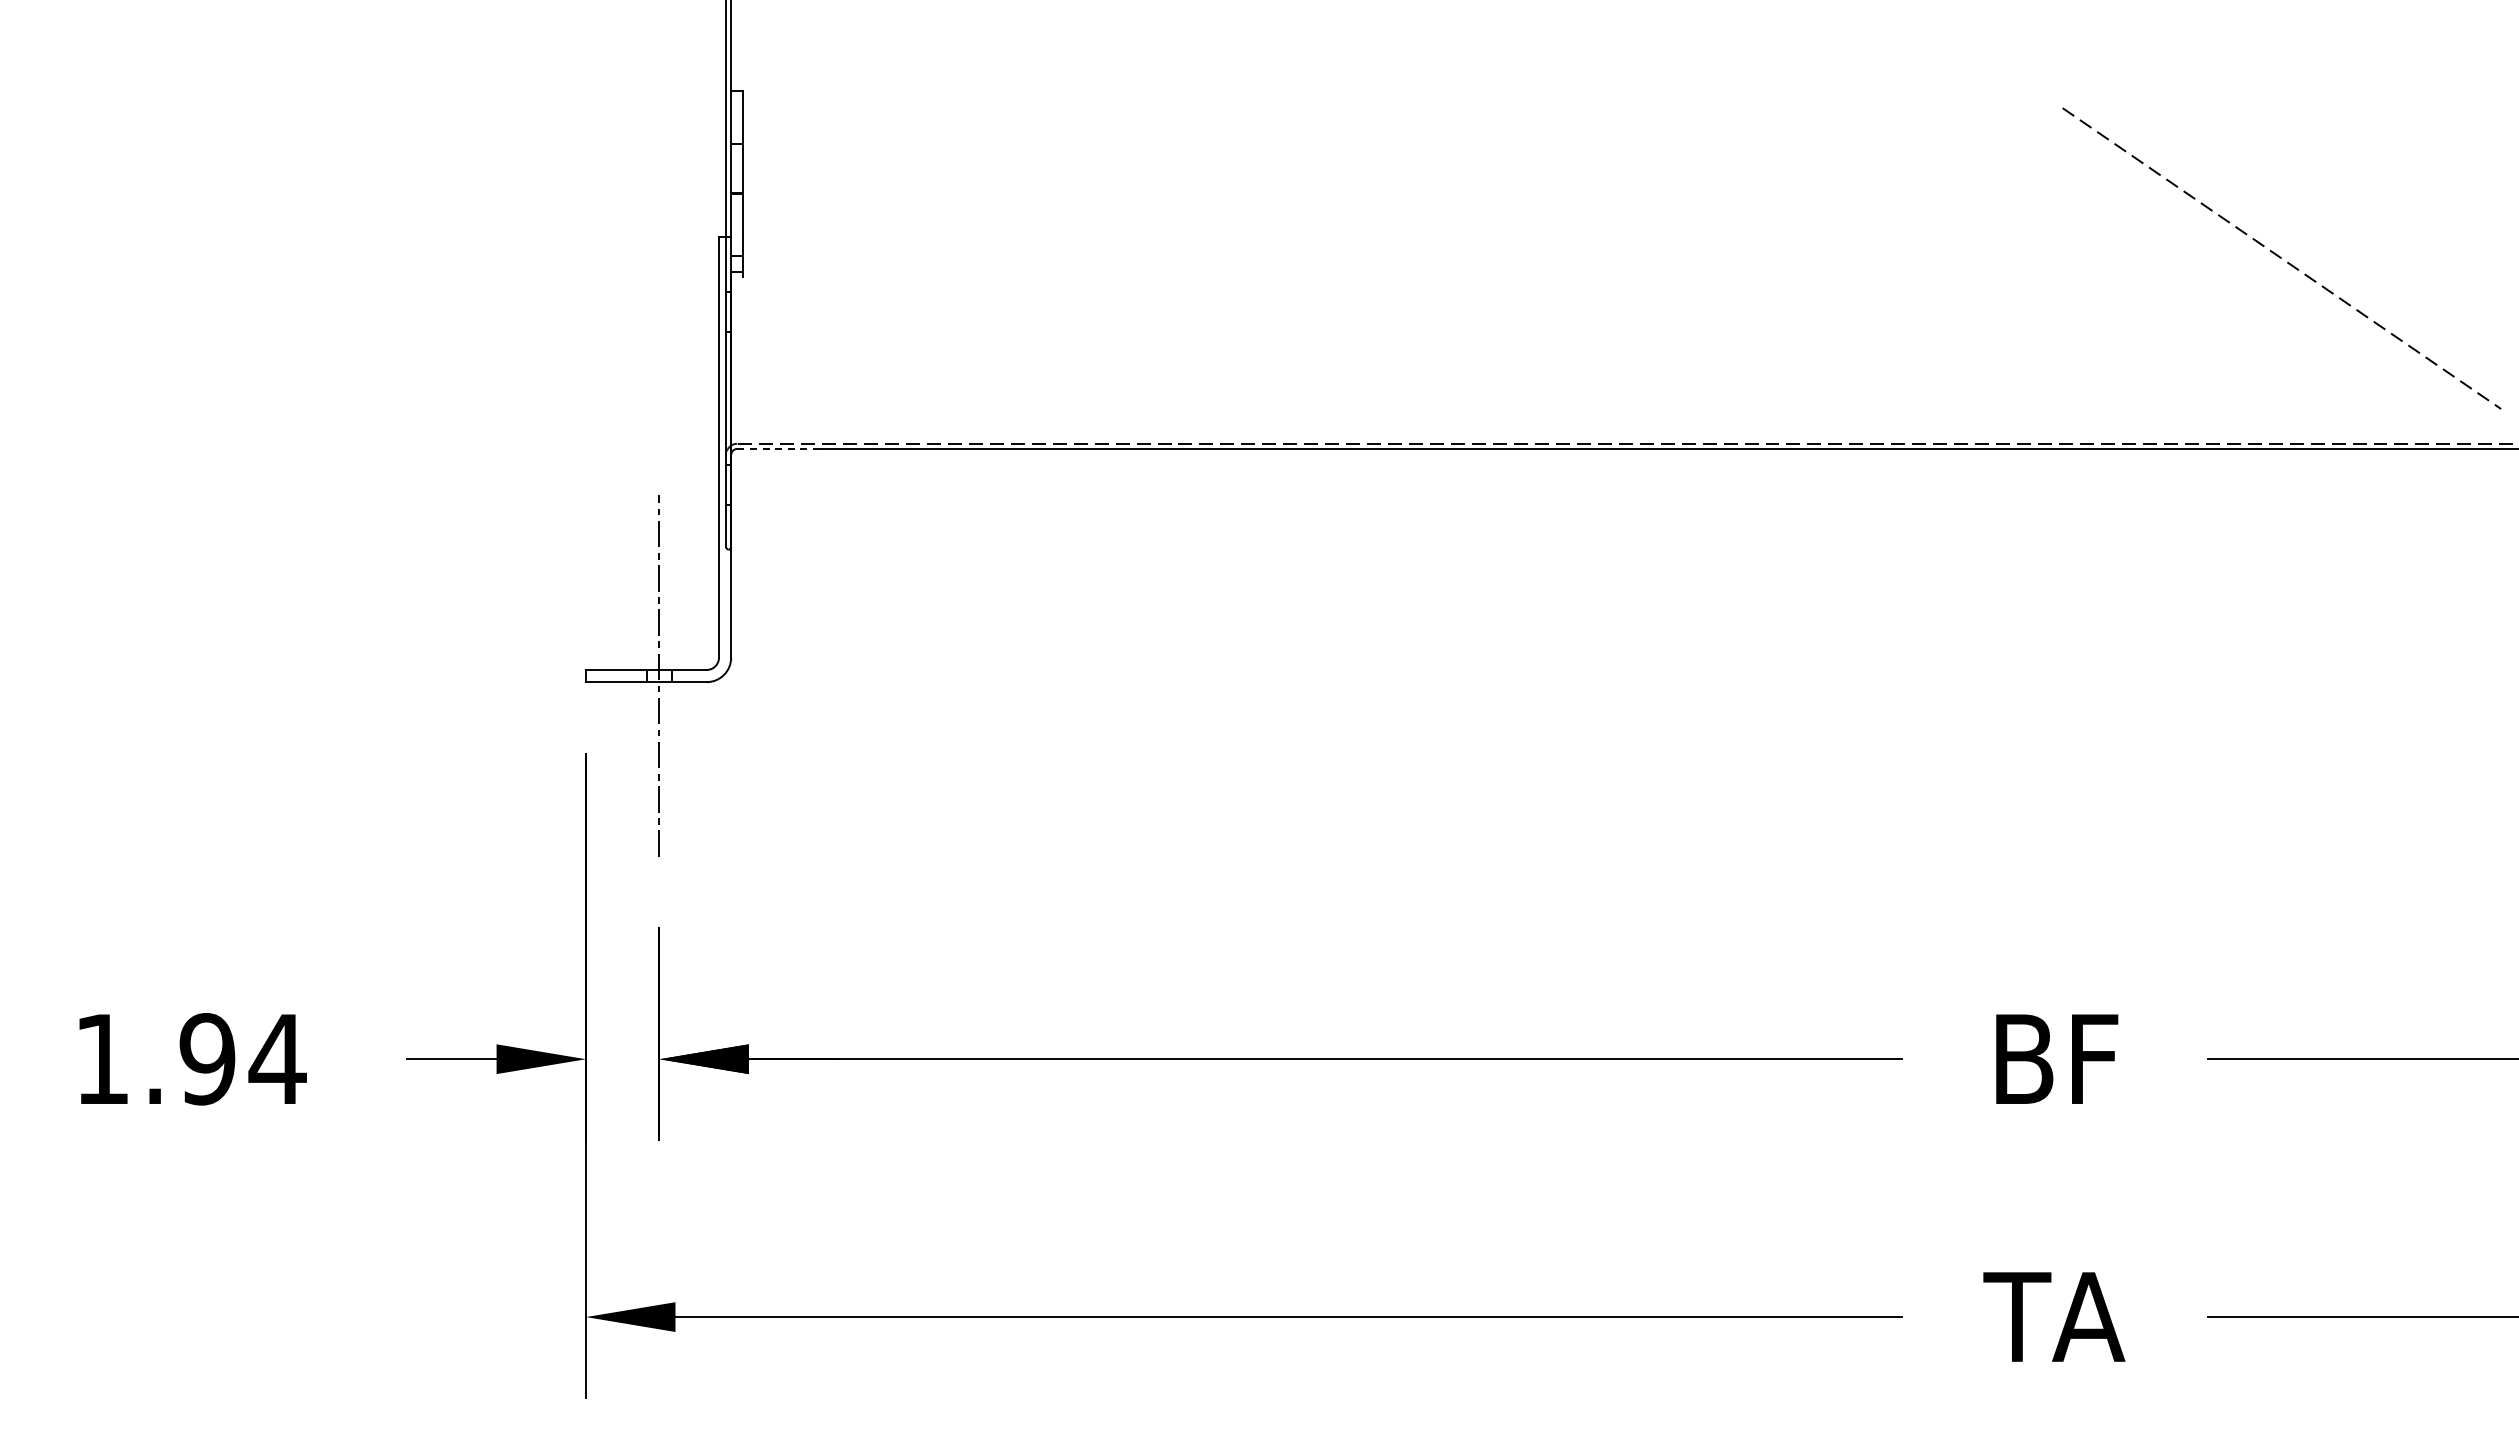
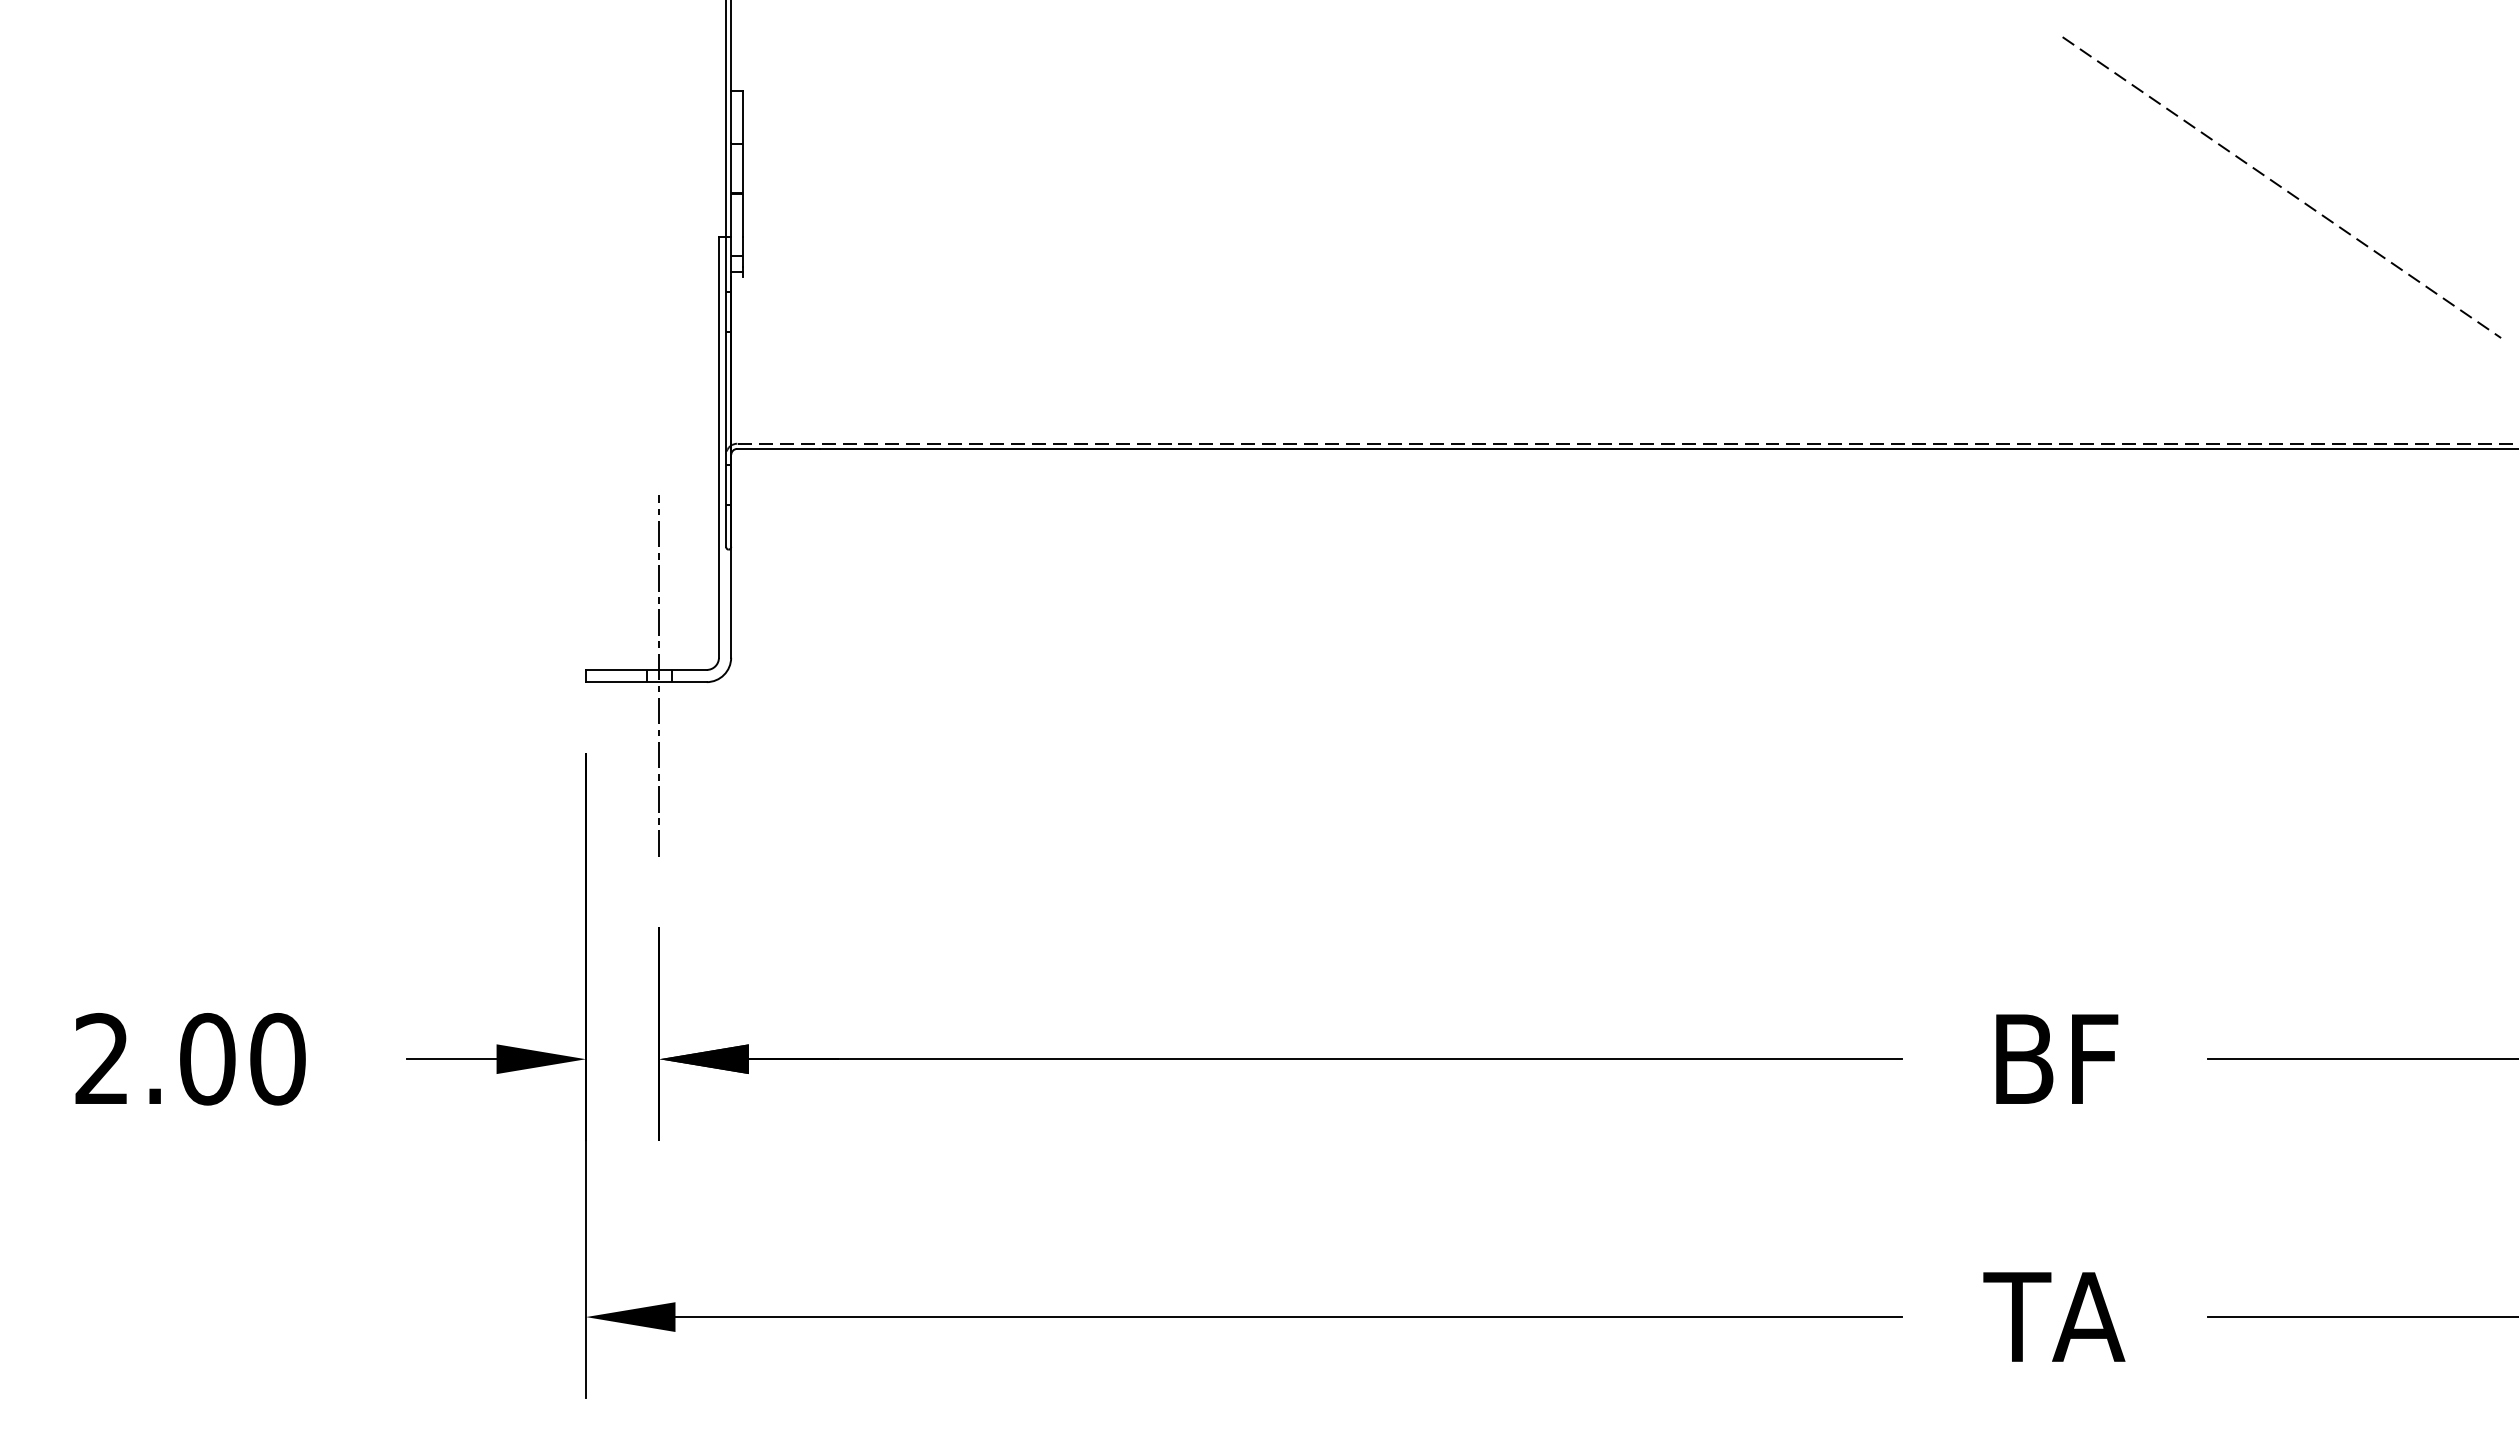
line at (2281, 258) position: (2281, 258) -> (2281, 187)
line at (778, 448): dashed -> solid
text at (190, 1059): 1.94 -> 2.00
